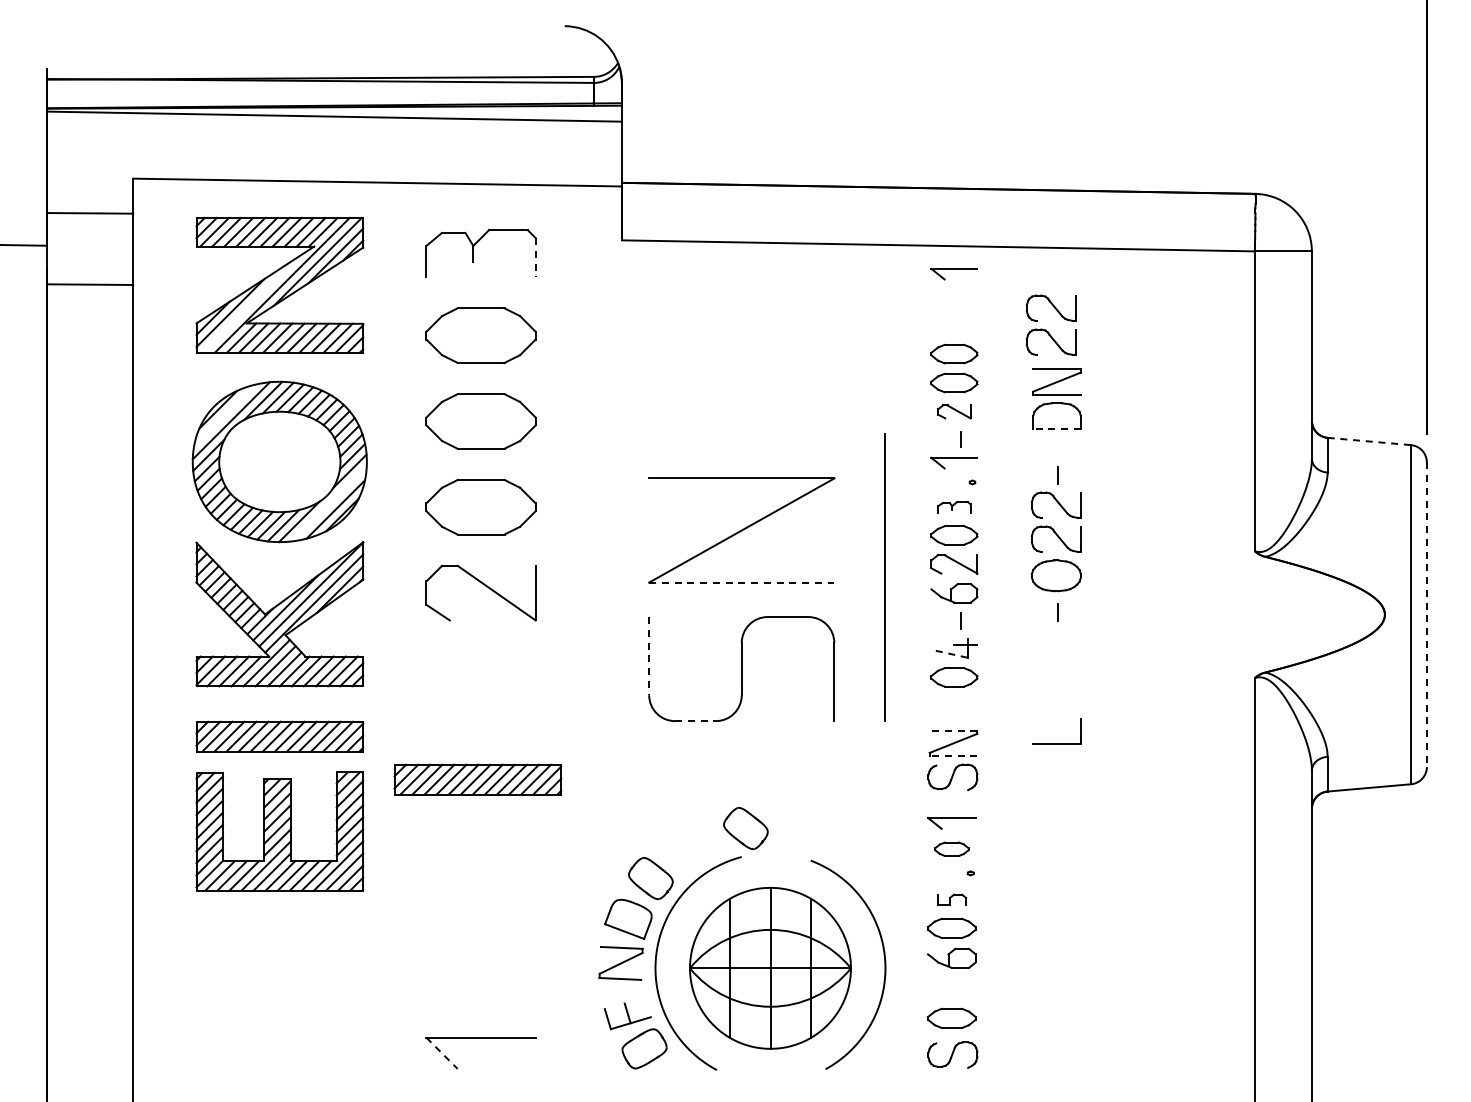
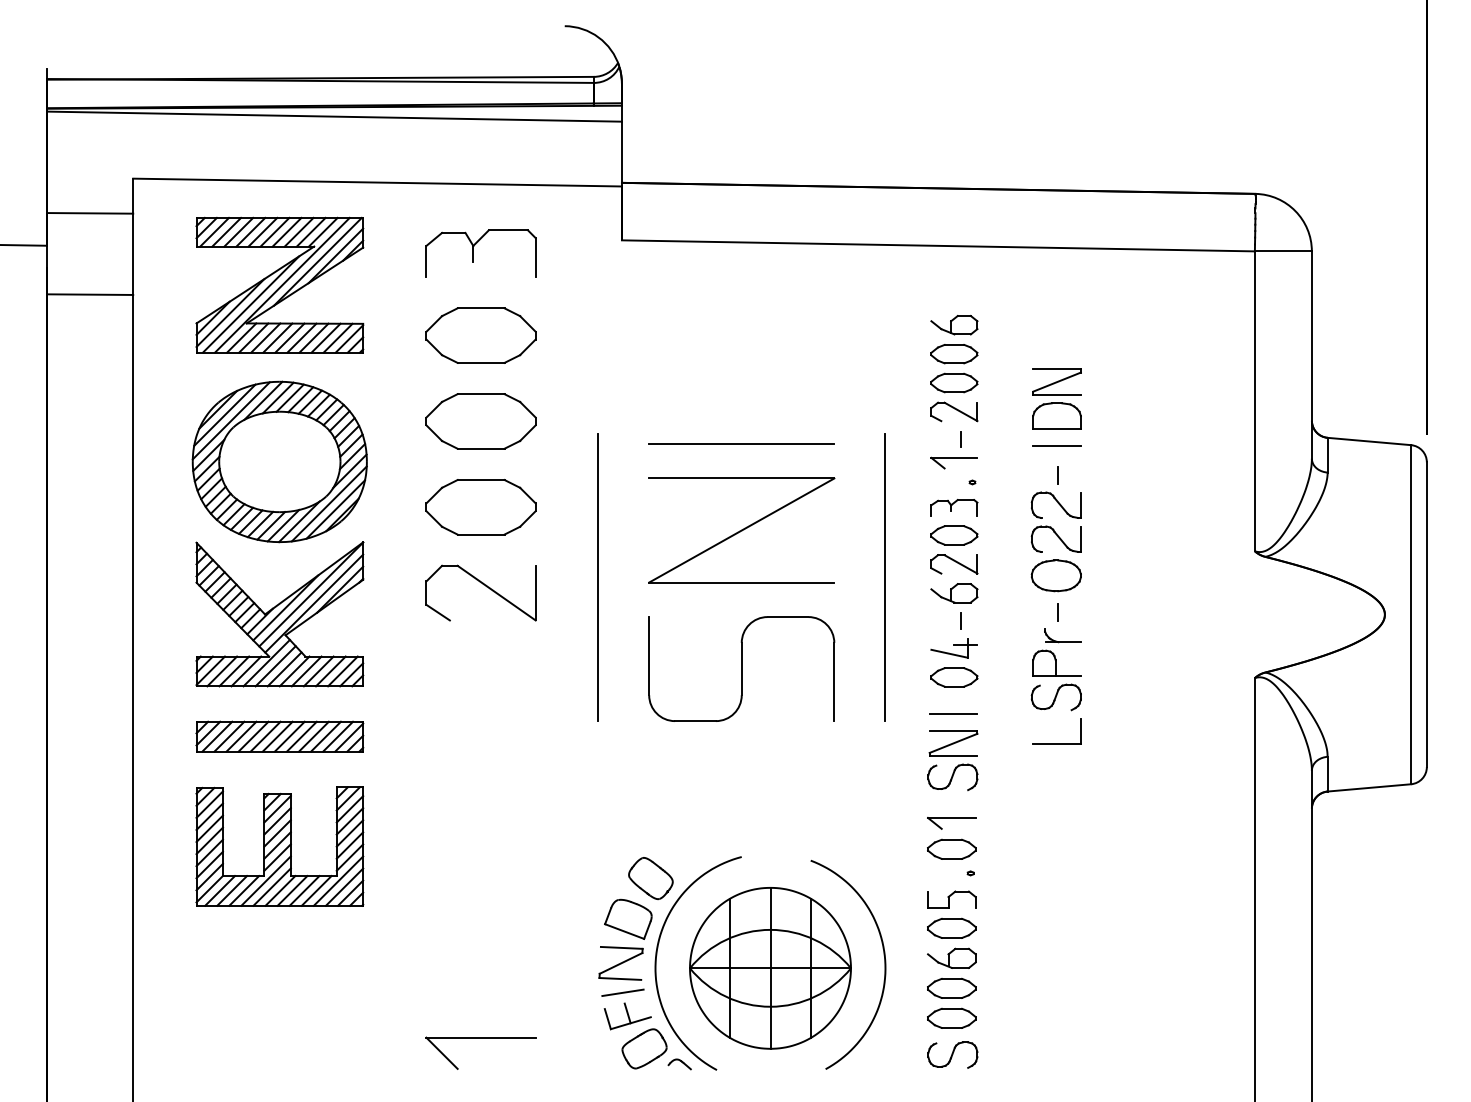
line at (535, 257): dashed -> solid
part at (953, 273): present -> none
line at (89, 284) position: (89, 284) -> (89, 294)
line at (251, 304): none -> present
part at (954, 325): none -> present
part at (1046, 329): present -> none
part at (954, 411) size: 35x16 px -> 49x22 px
line at (224, 414): none -> present
line at (1057, 428): dashed -> solid
line at (1369, 441): dashed -> solid
line at (741, 443): none -> present
line at (1056, 445): none -> present
line at (328, 503): none -> present
part at (954, 507) size: 35x13 px -> 49x18 px
line at (598, 577): none -> present
line at (741, 582): dashed -> solid
line at (1426, 615): dashed -> solid
line at (949, 653): dashed -> solid
line at (649, 656): dashed -> solid
part at (1055, 669): none -> present
line at (953, 713): none -> present
line at (695, 721): dashed -> solid
line at (953, 730): dashed -> solid
line at (953, 756): dashed -> solid
part at (477, 779): present -> none
part at (745, 828): present -> none
part at (279, 831) position: (279, 831) -> (279, 846)
part at (951, 848) size: 36x16 px -> 50x22 px
part at (952, 899) size: 31x13 px -> 50x19 px
part at (951, 987): none -> present
line at (622, 992): none -> present
line at (442, 1053): dashed -> solid
part at (679, 1064): none -> present
